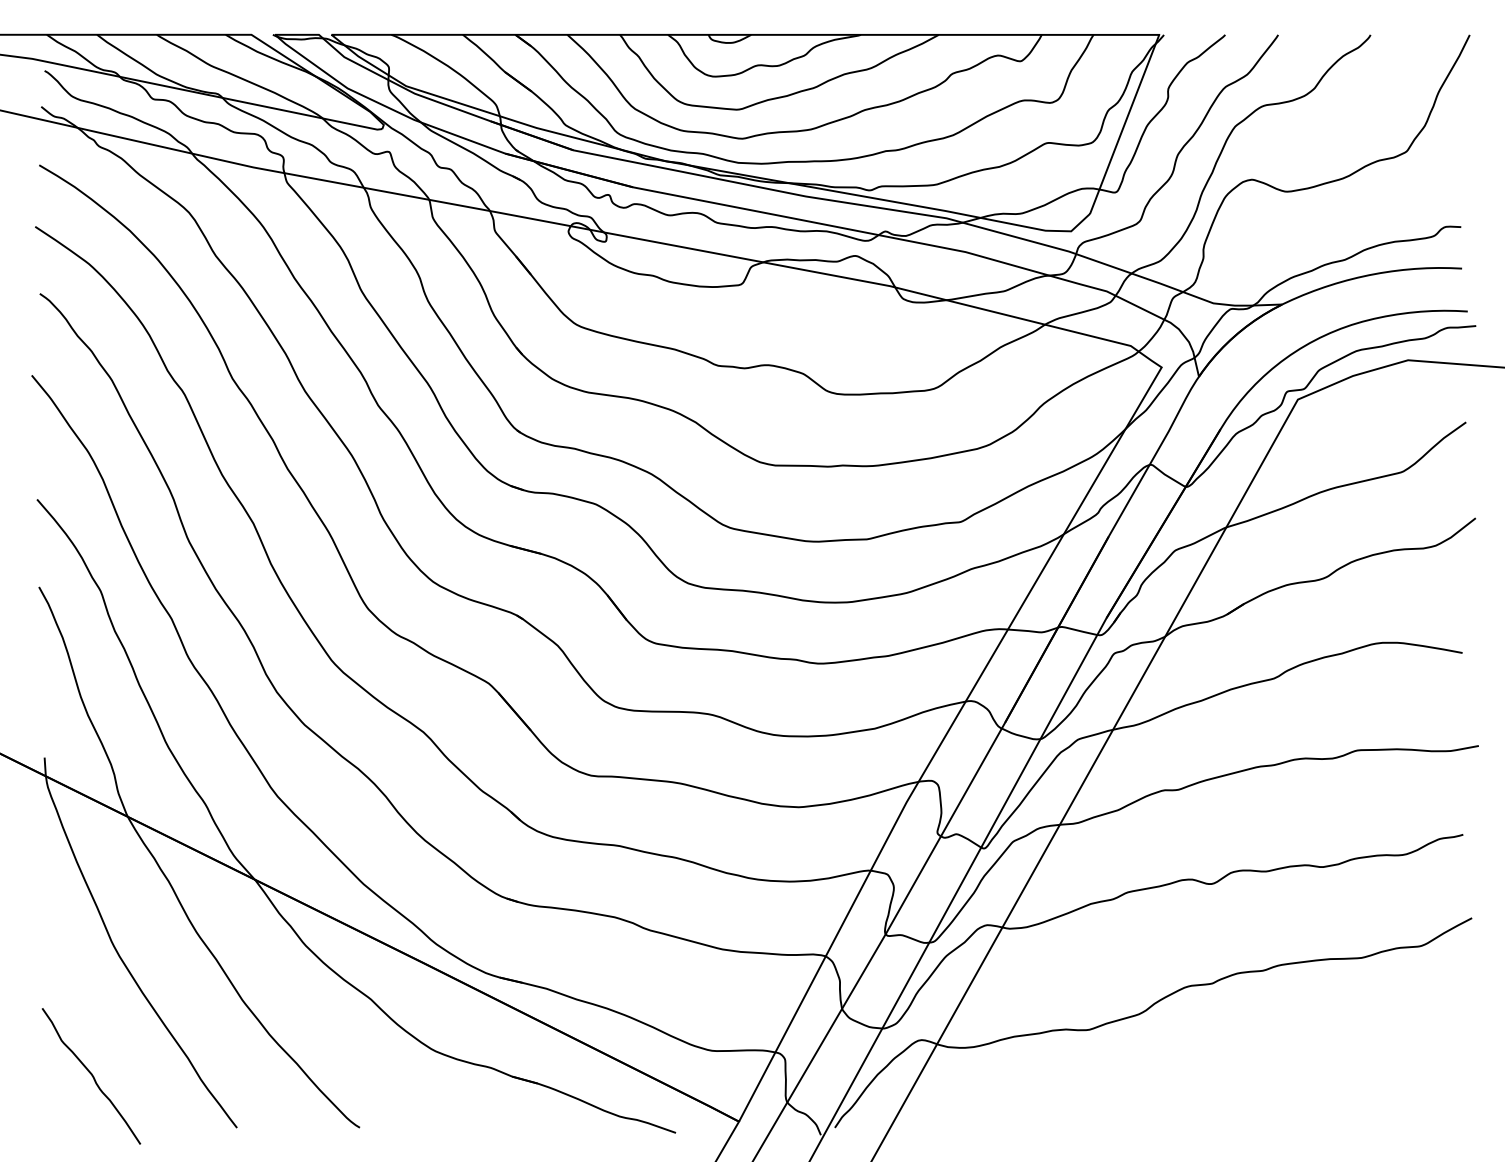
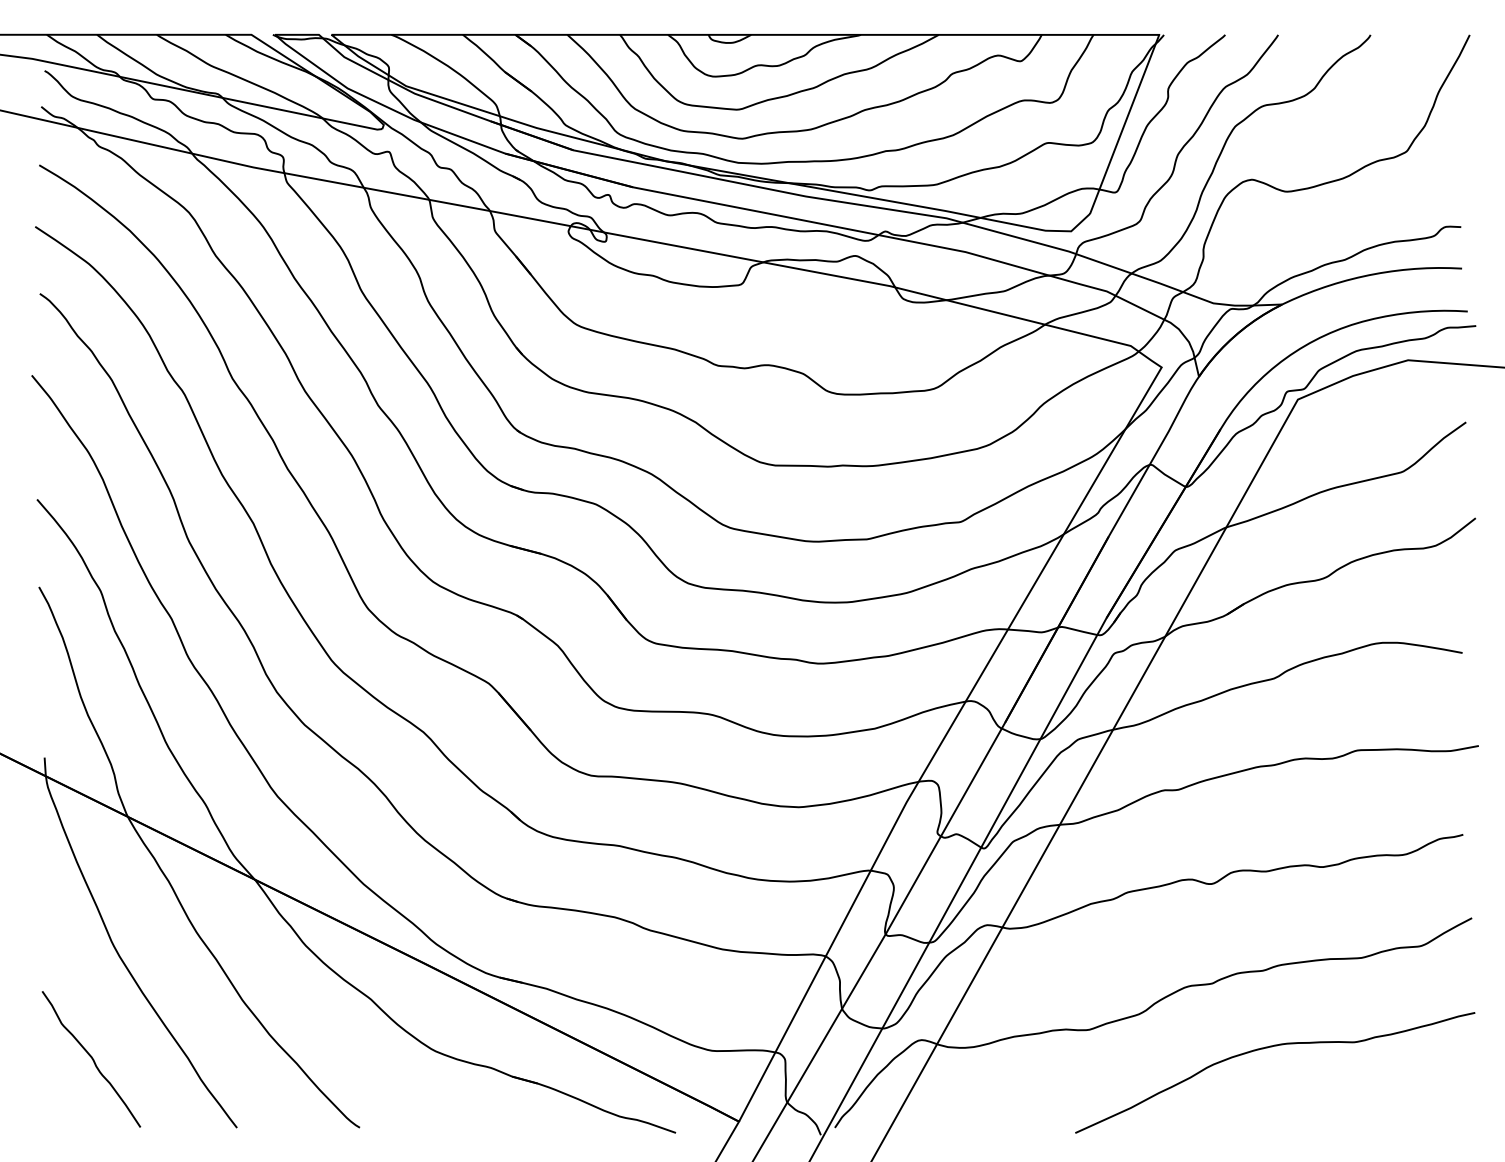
curve at (1272, 1047): none -> present
curve at (91, 1076) position: (91, 1076) -> (91, 1059)
